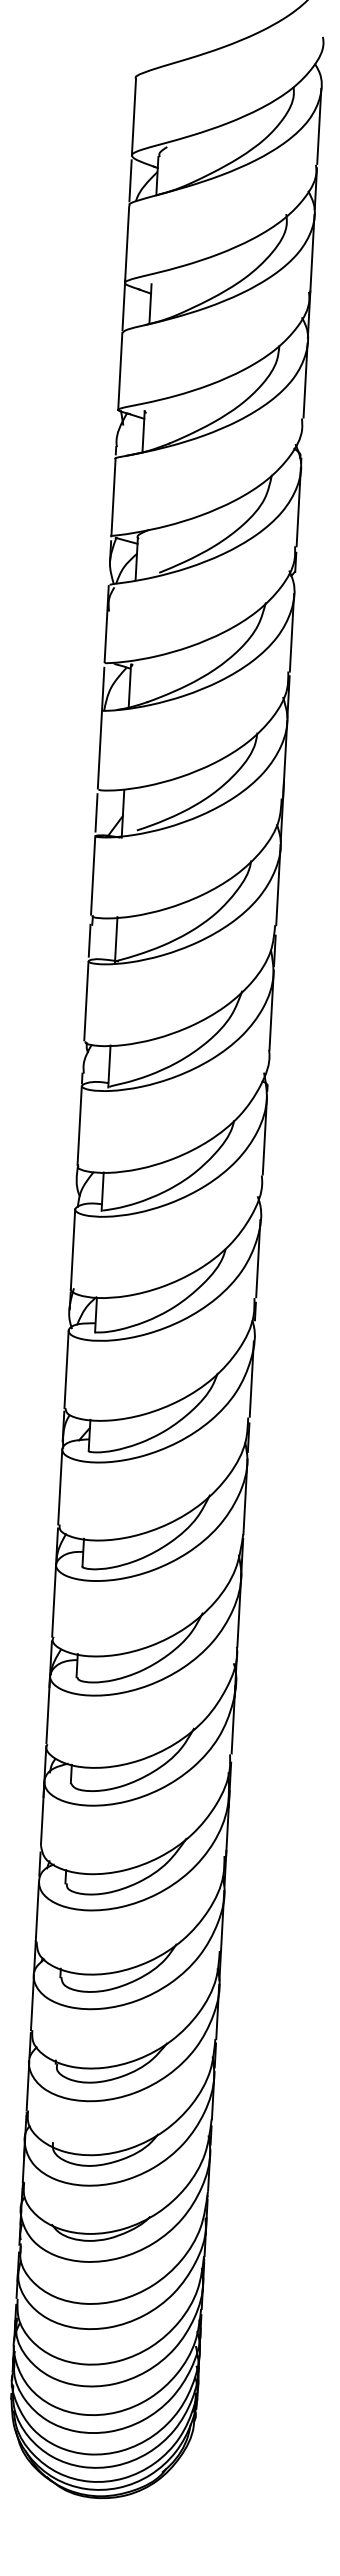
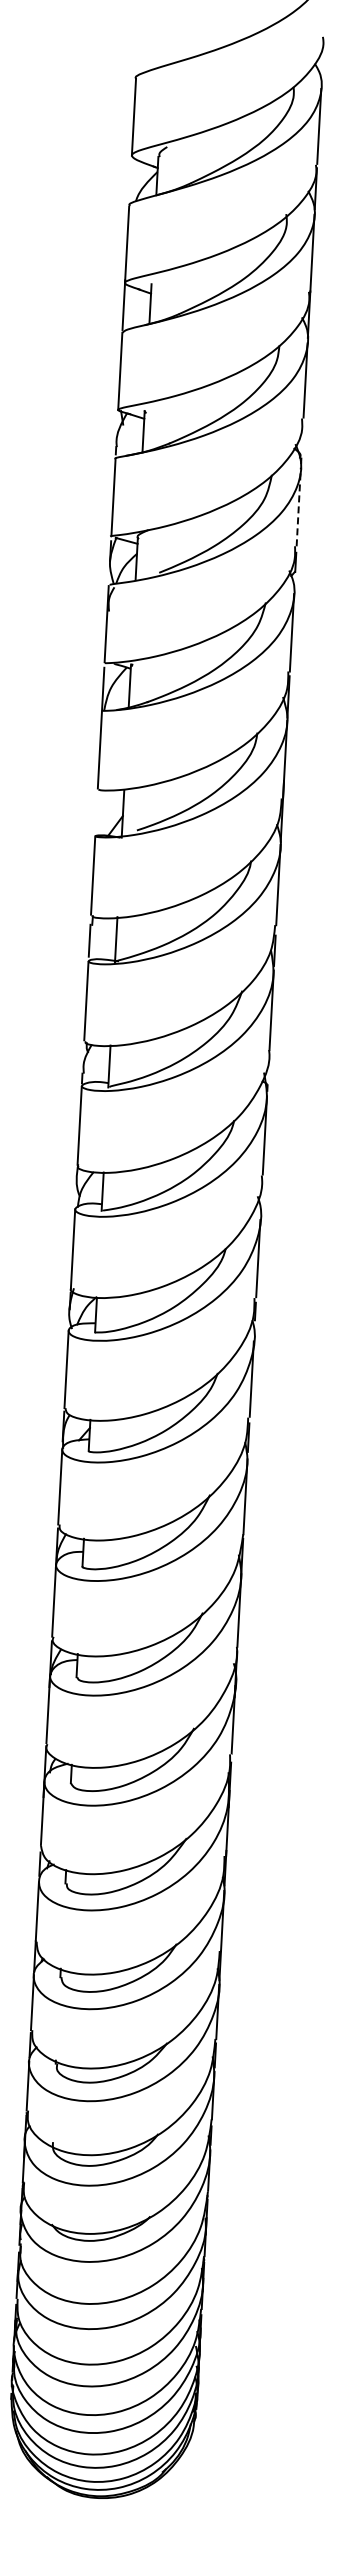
line at (130, 180): present -> none
line at (298, 506): solid -> dashed
line at (96, 812): present -> none
